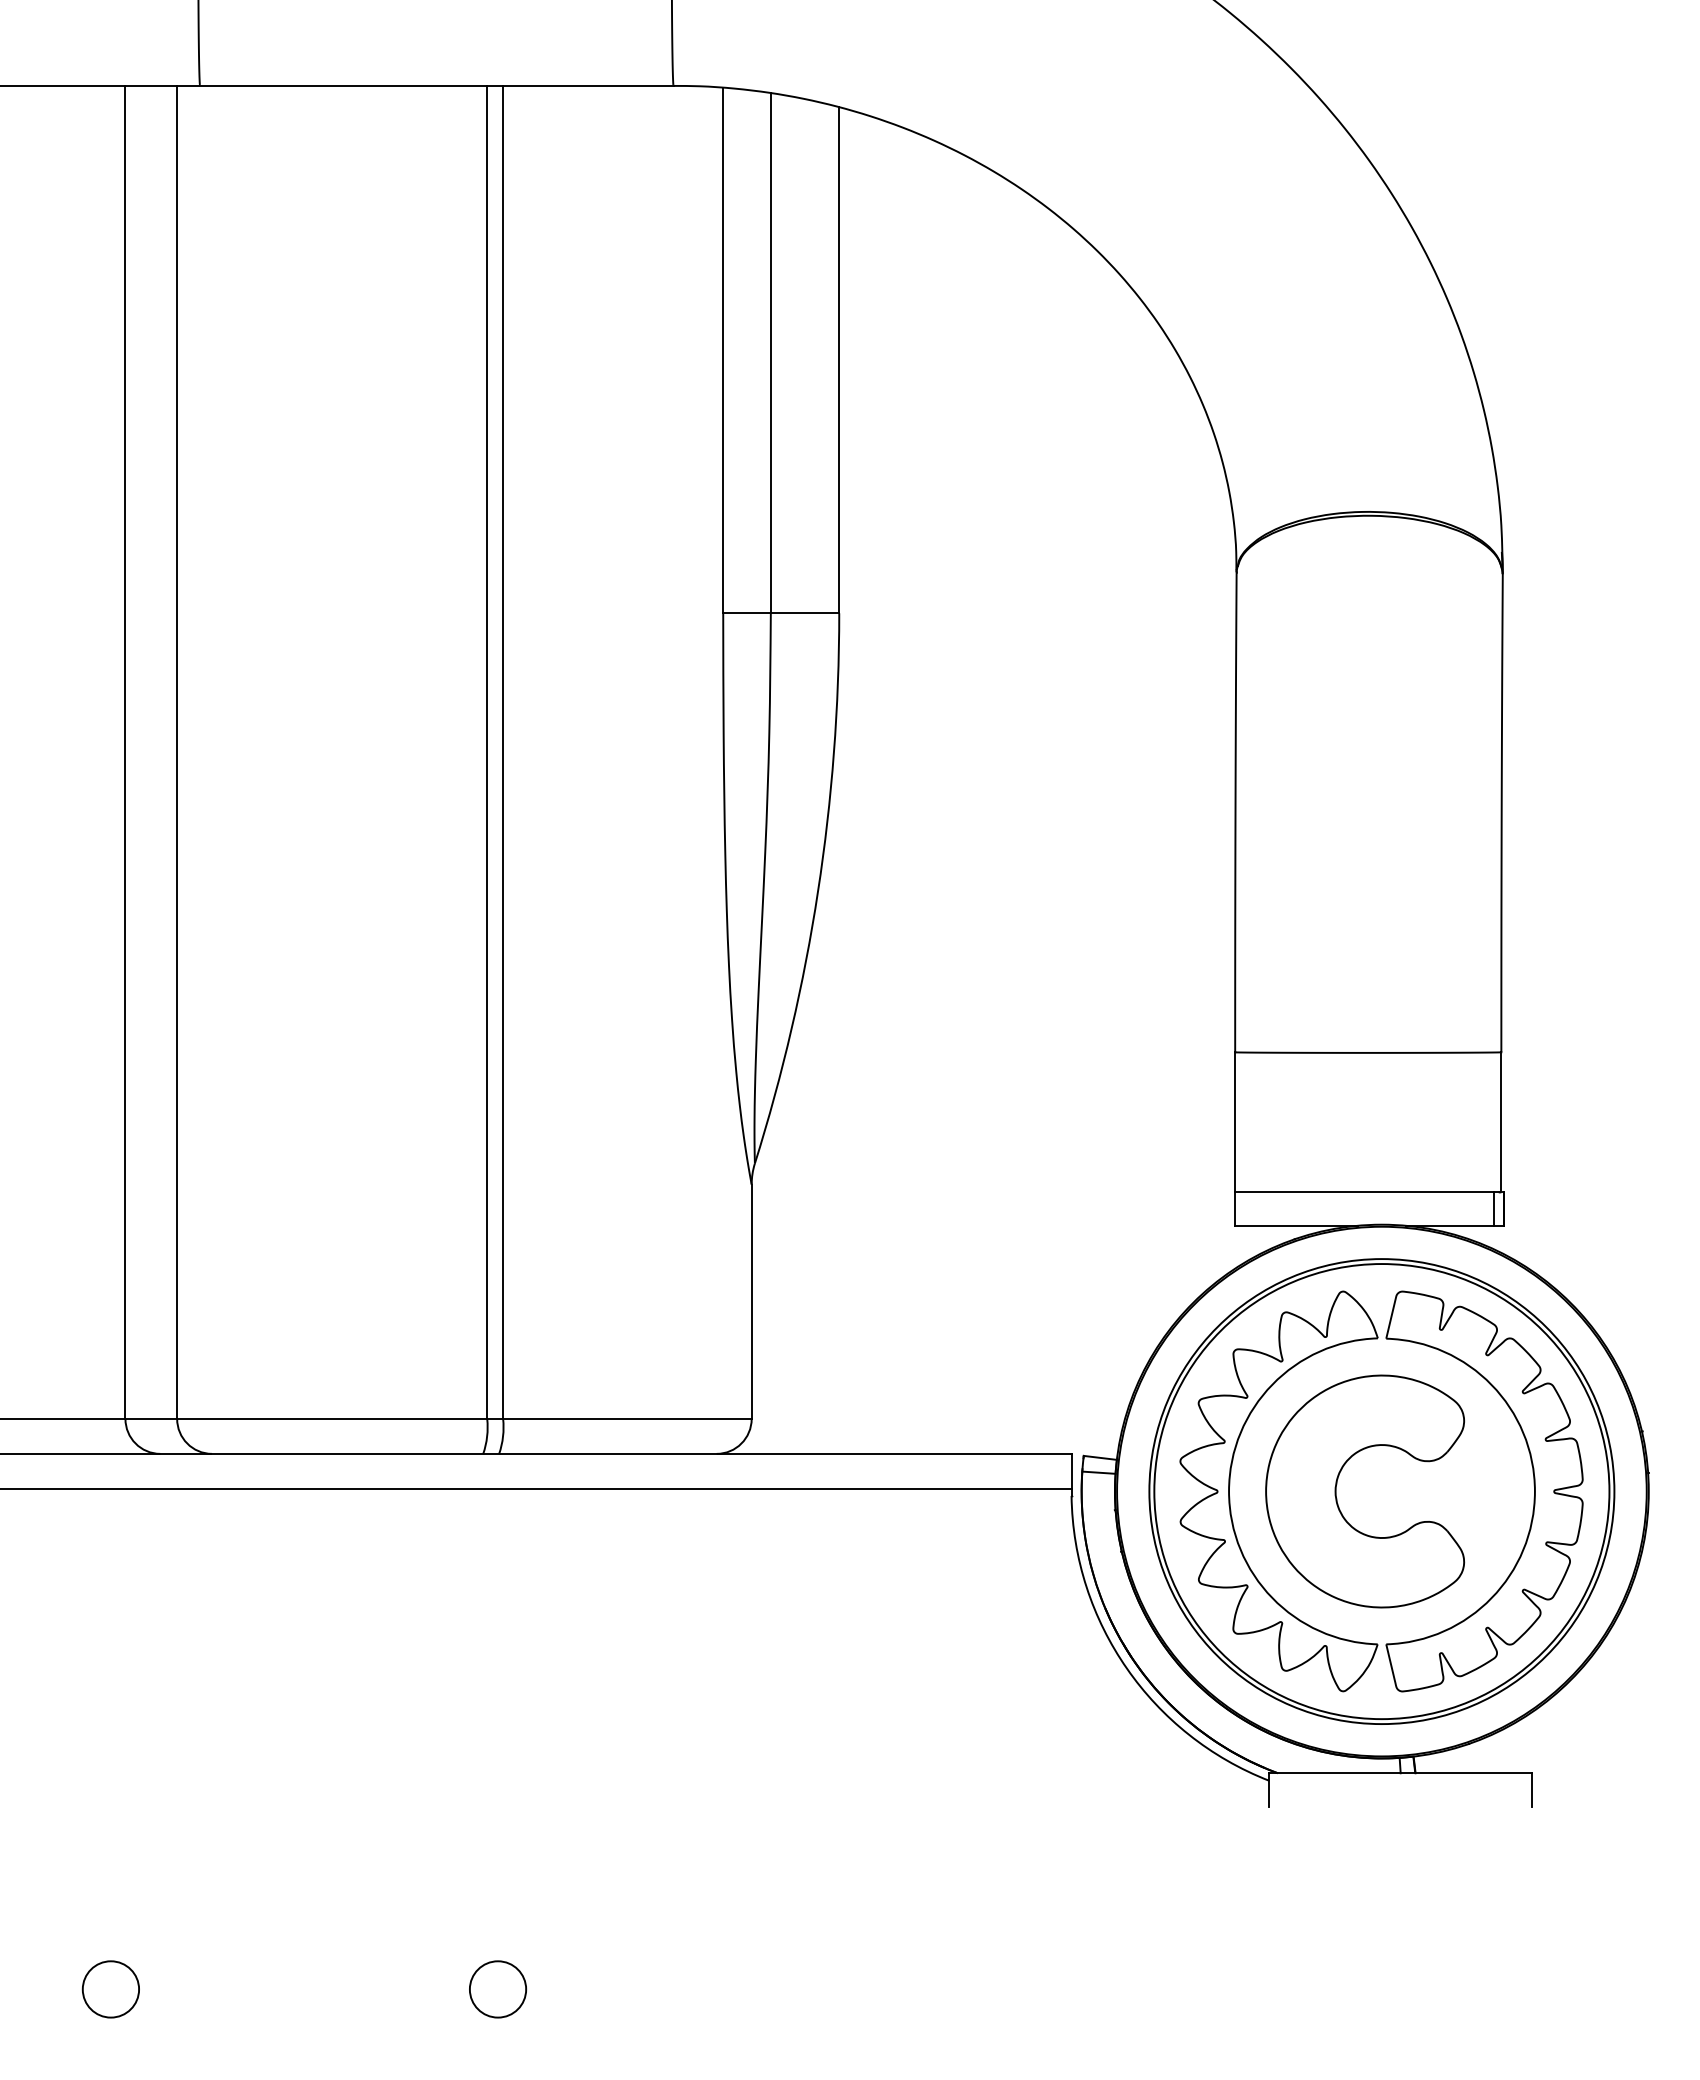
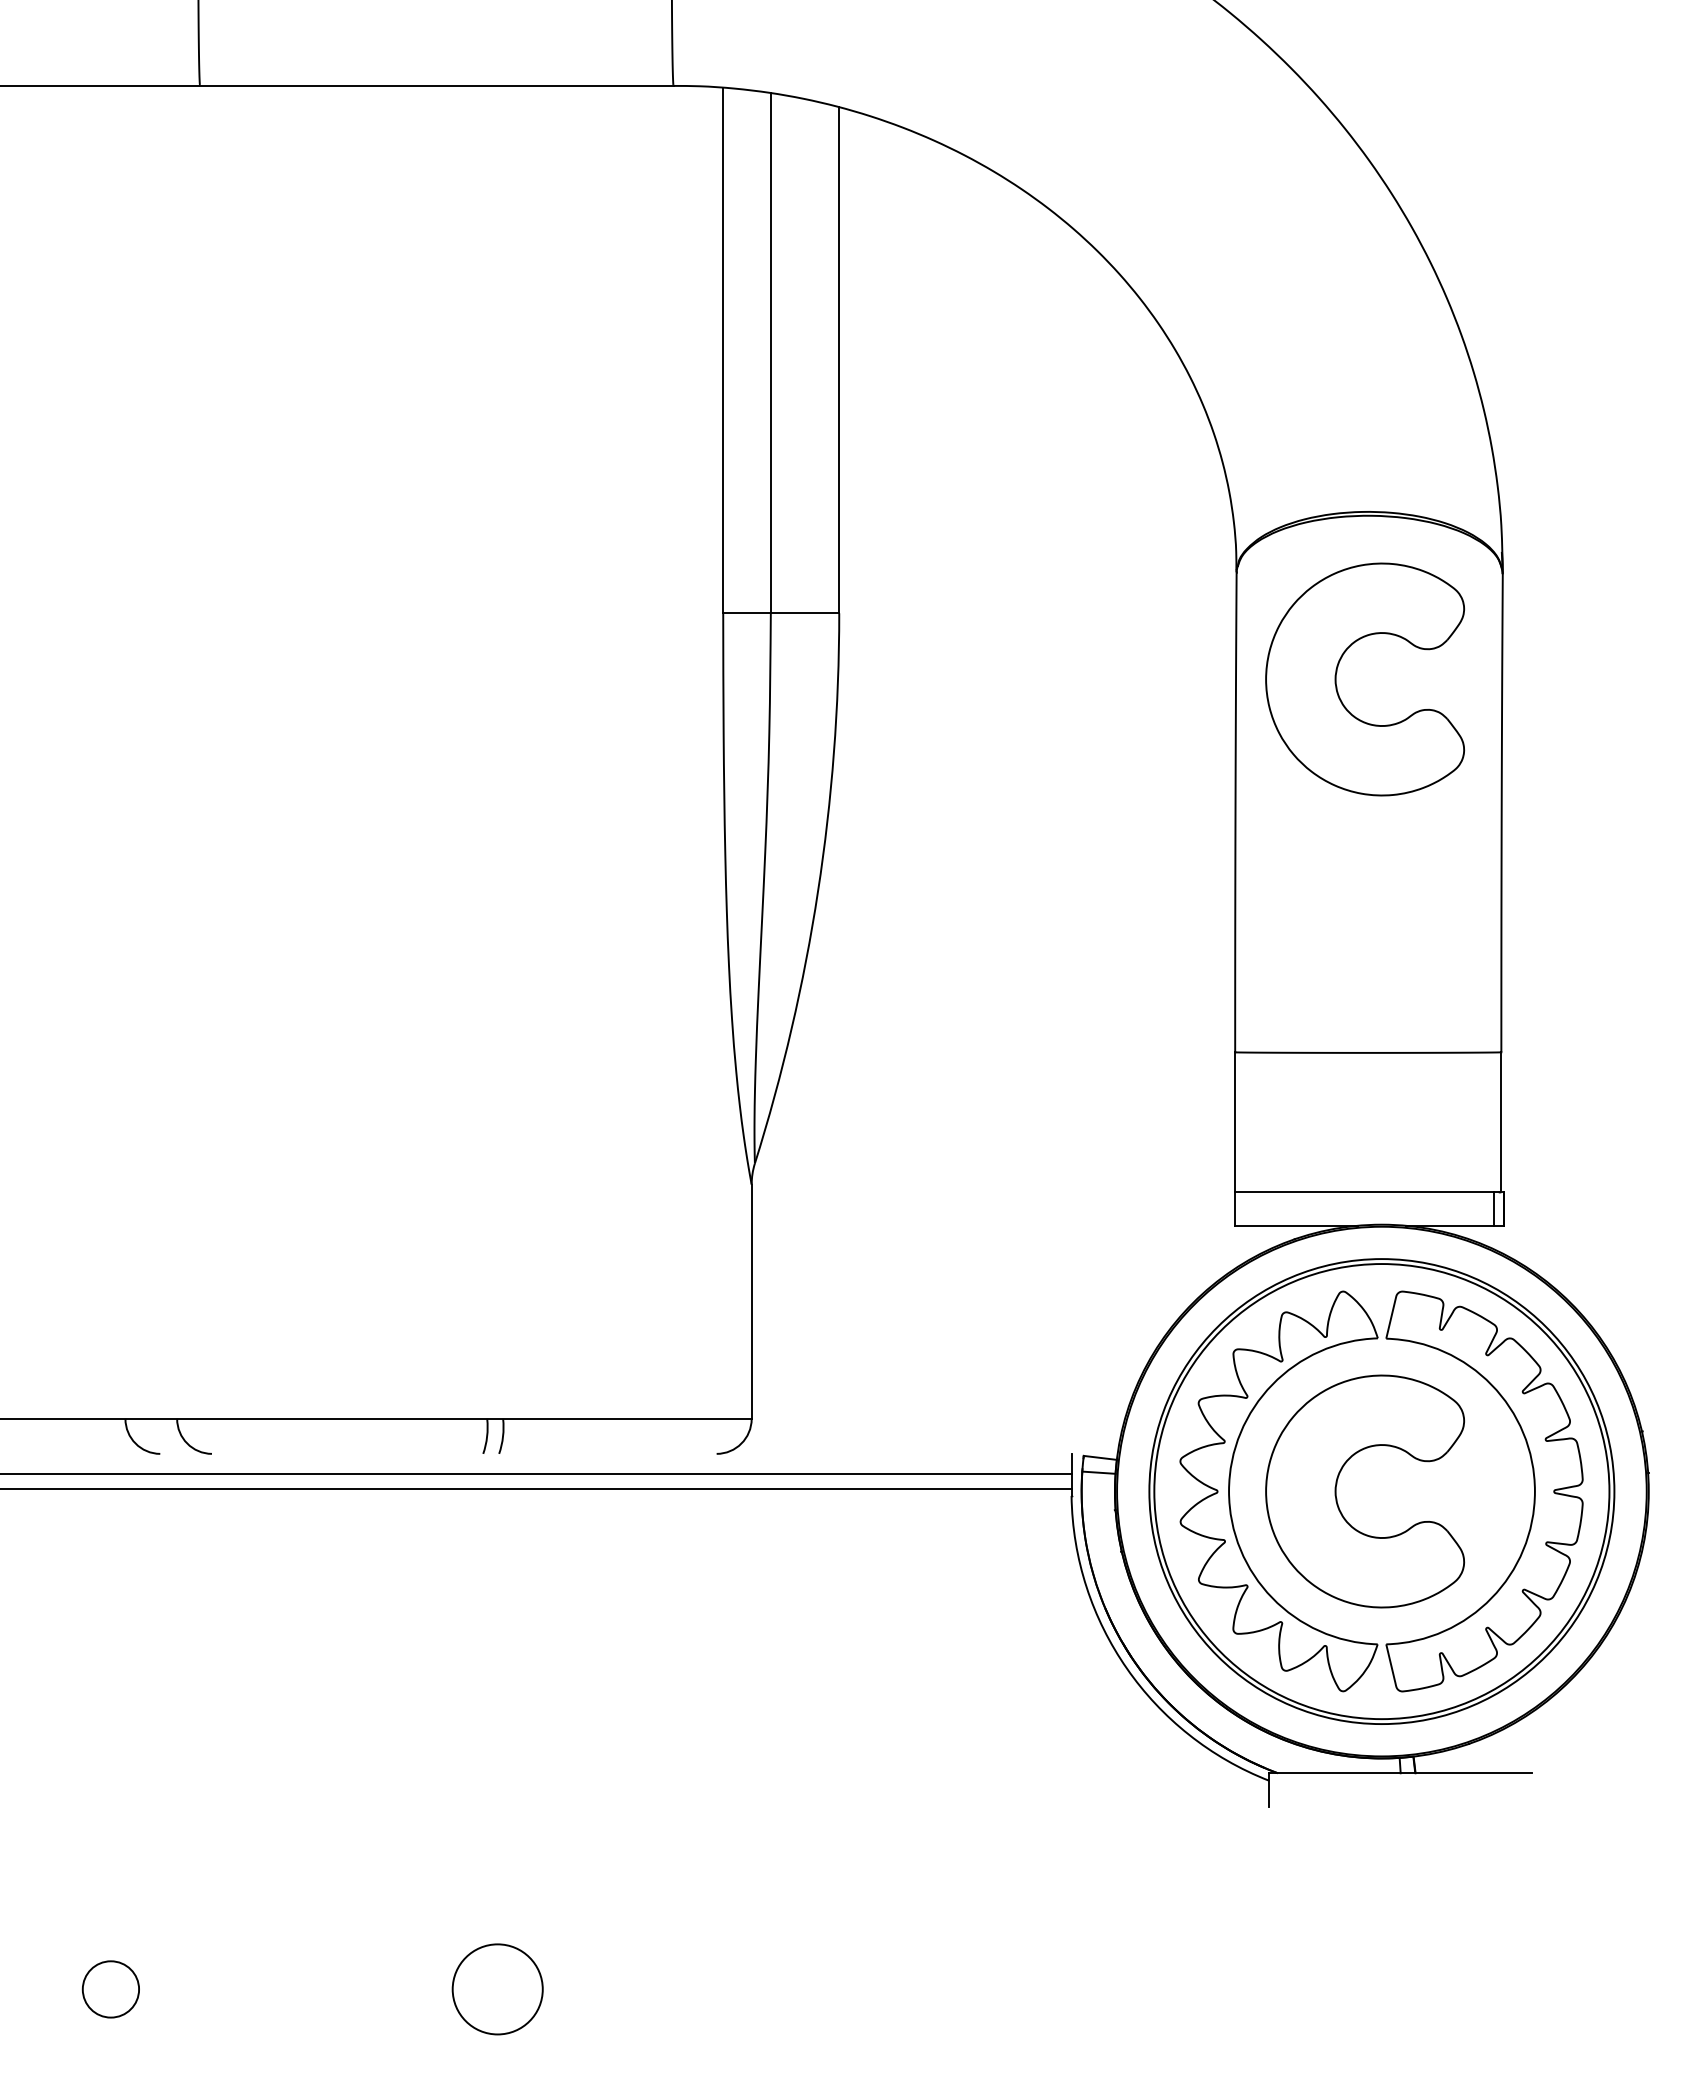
part at (1337, 672): none -> present
line at (125, 751): present -> none
line at (177, 751): present -> none
line at (487, 751): present -> none
line at (503, 751): present -> none
line at (536, 1453) position: (536, 1453) -> (536, 1473)
line at (1532, 1789): present -> none
circle at (498, 1989) size: 59x59 px -> 93x93 px
